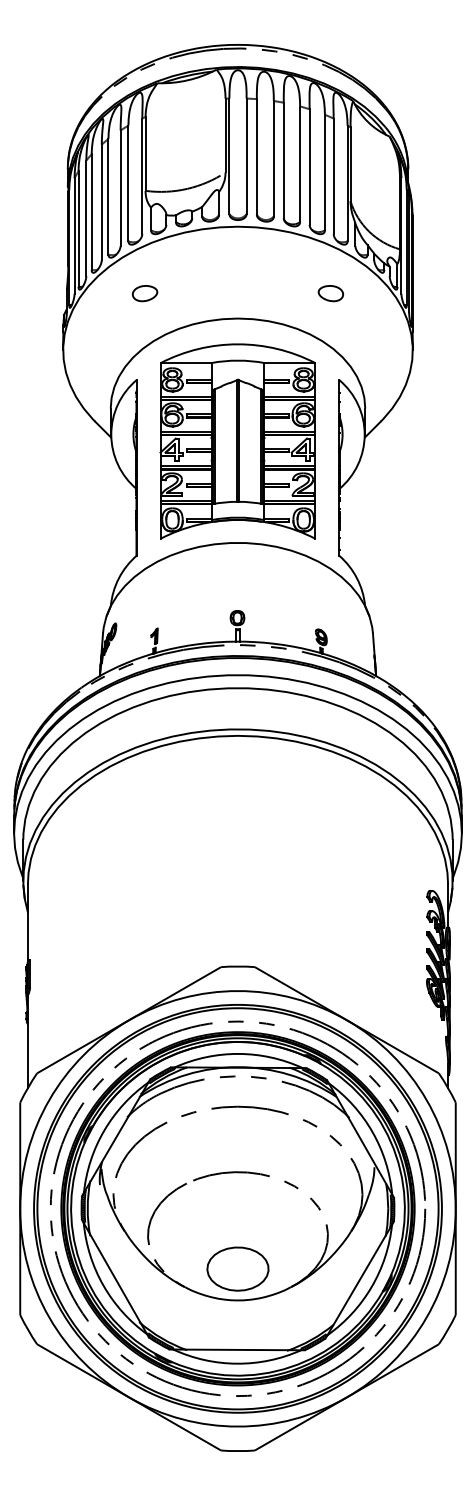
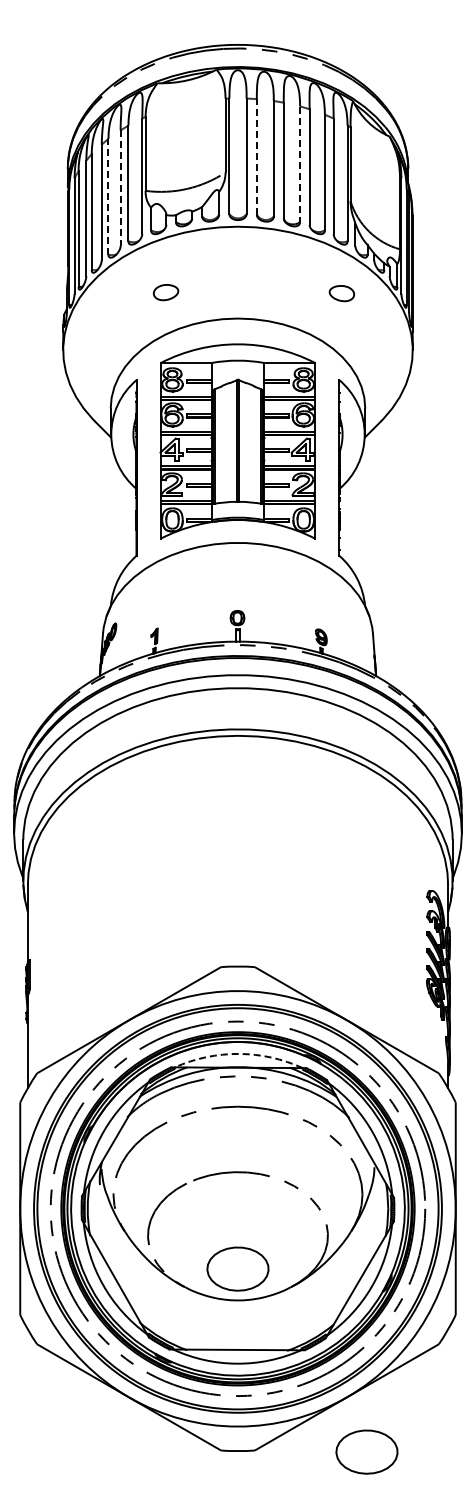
line at (256, 156): solid -> dashed
line at (300, 164): solid -> dashed
line at (120, 188): solid -> dashed
line at (108, 196): solid -> dashed
part at (144, 293) position: (144, 293) -> (165, 292)
part at (330, 293) position: (330, 293) -> (341, 293)
arc at (238, 1053): solid -> dashed
part at (366, 1451): none -> present
